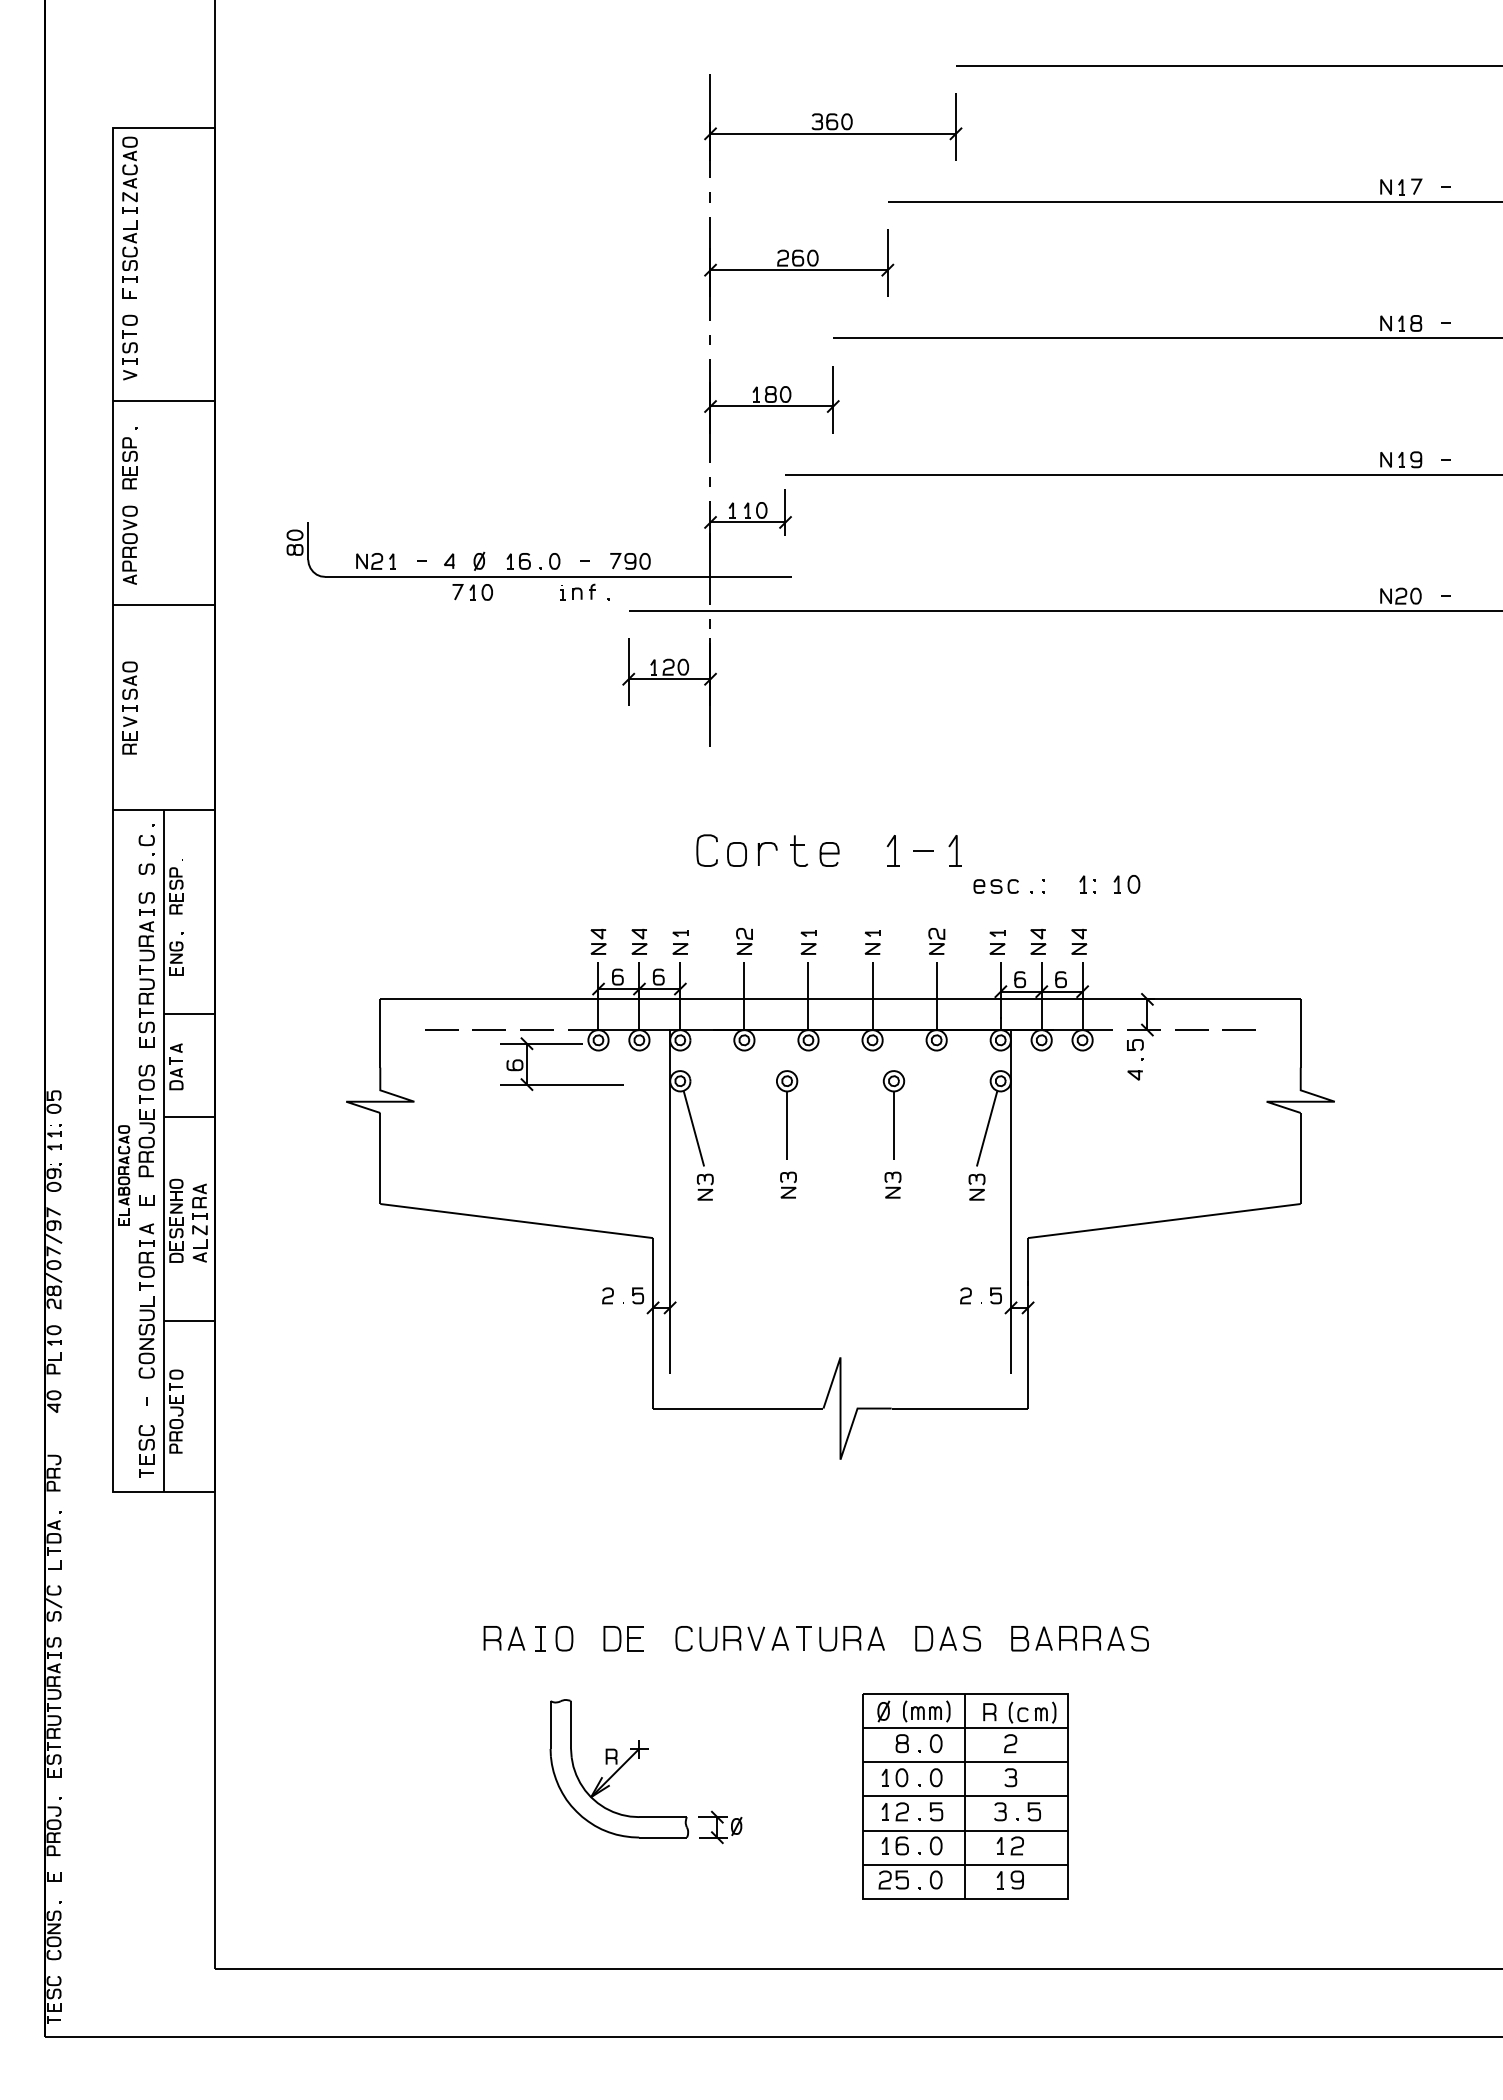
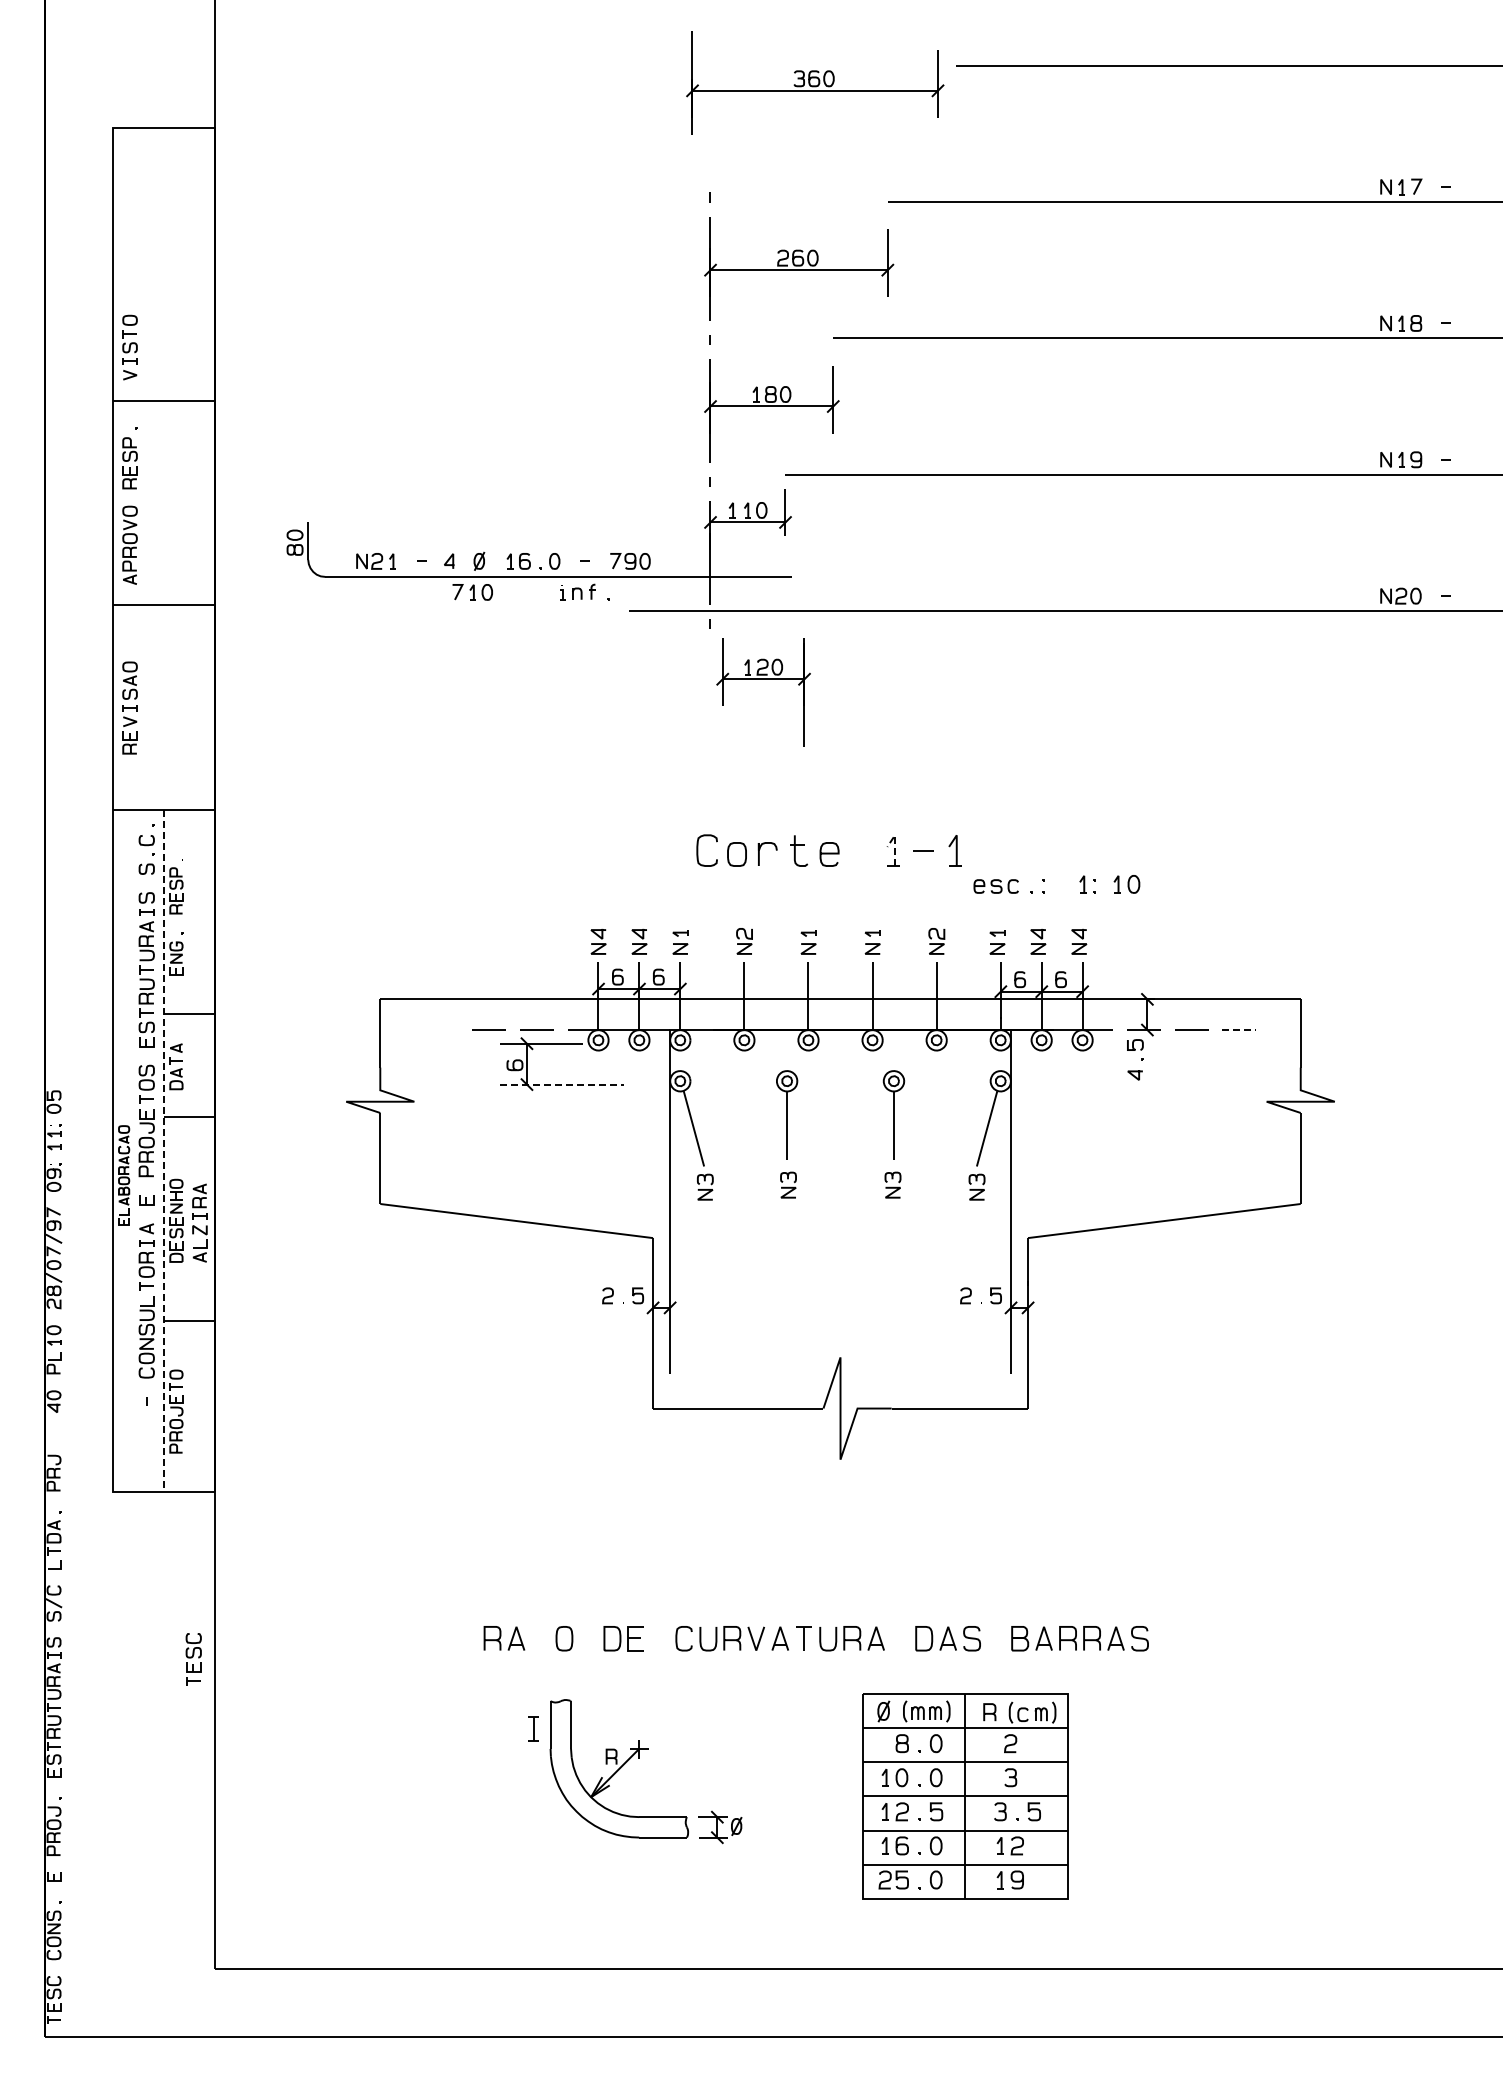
part at (833, 125) position: (833, 125) -> (815, 82)
part at (129, 217): present -> none
part at (669, 679) position: (669, 679) -> (763, 679)
line at (895, 843): solid -> dashed
line at (441, 1029): present -> none
line at (1239, 1030): solid -> dashed
line at (562, 1084): solid -> dashed
line at (164, 1150): solid -> dashed
part at (146, 1451) position: (146, 1451) -> (193, 1659)
part at (540, 1638) position: (540, 1638) -> (533, 1728)
